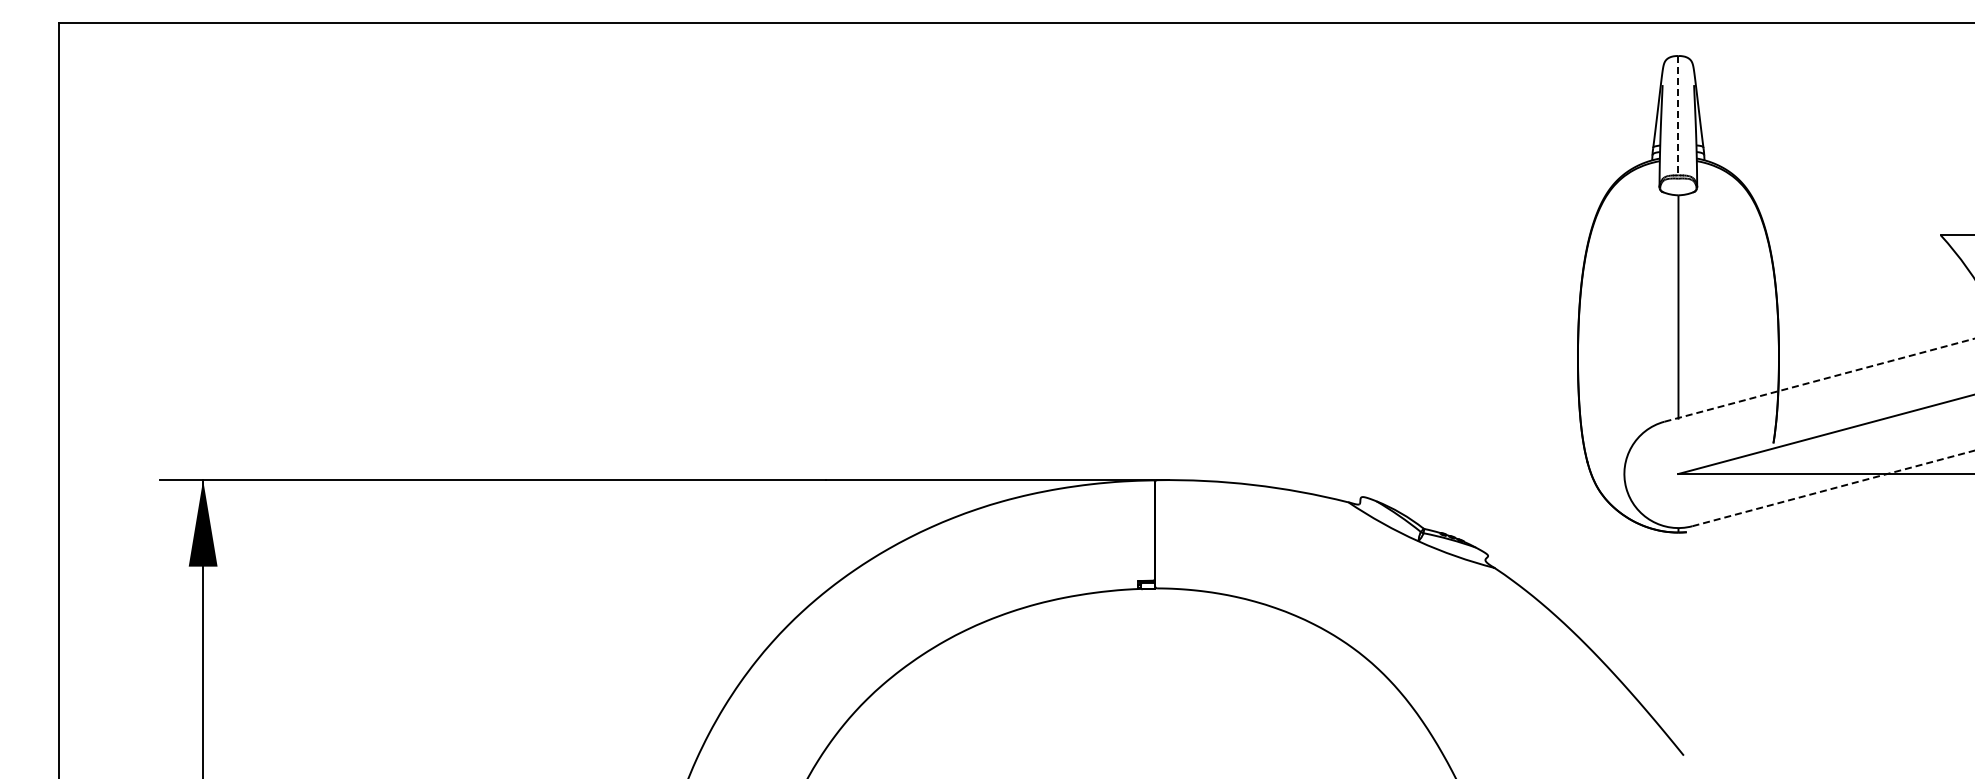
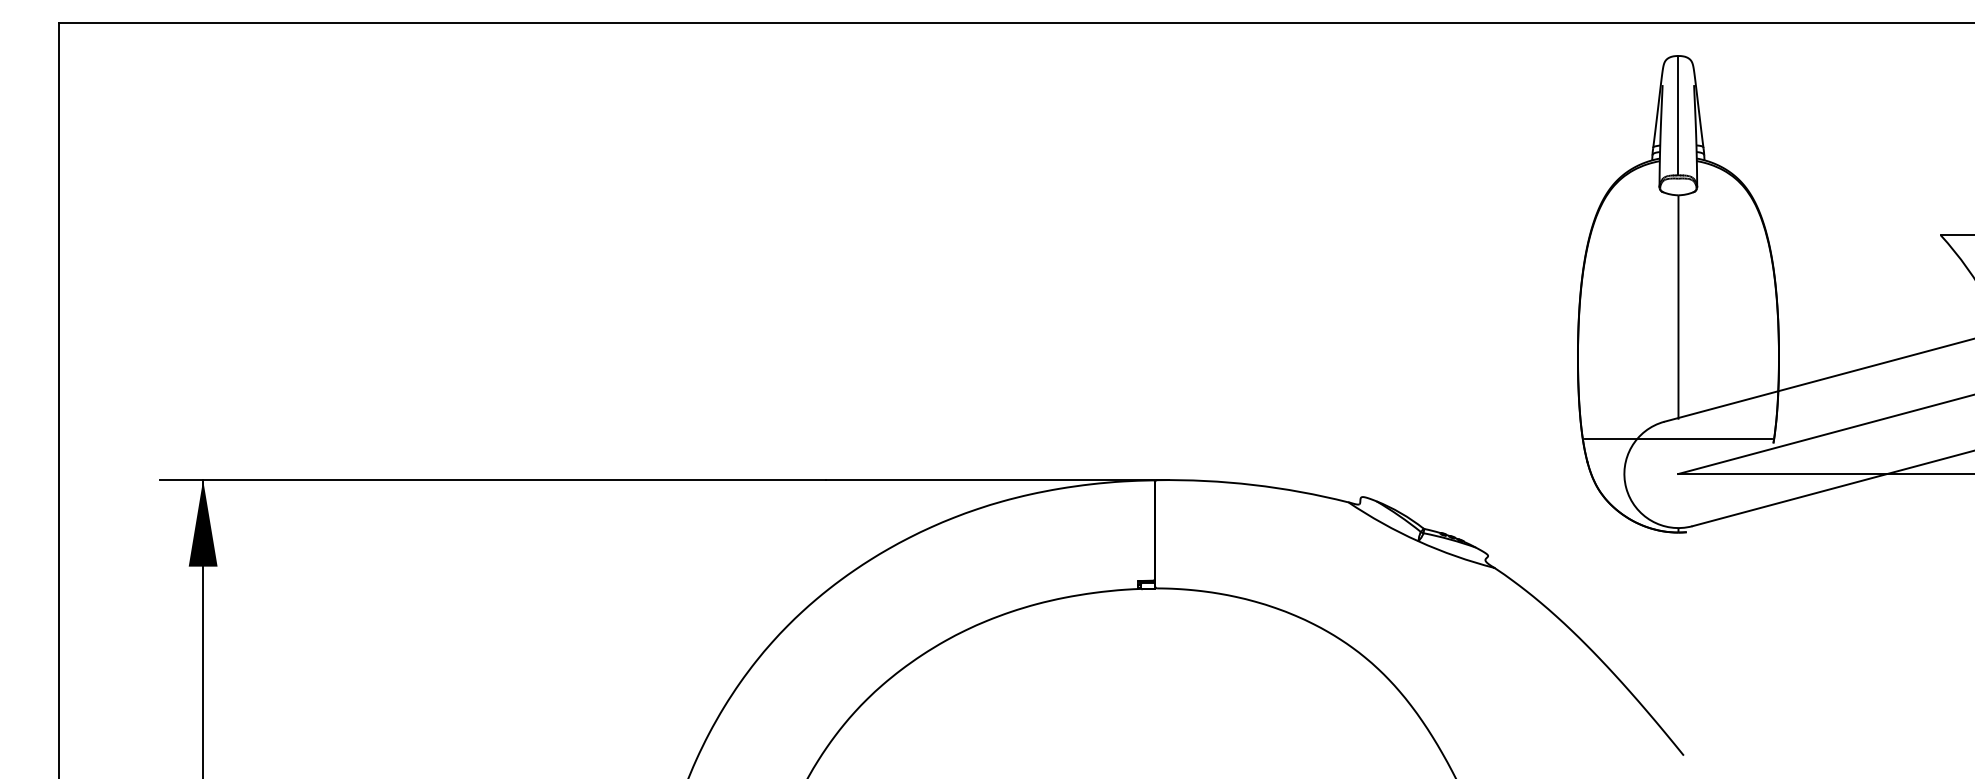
line at (1678, 115): dashed -> solid
line at (1819, 380): dashed -> solid
line at (1678, 438): none -> present
line at (1833, 488): dashed -> solid
